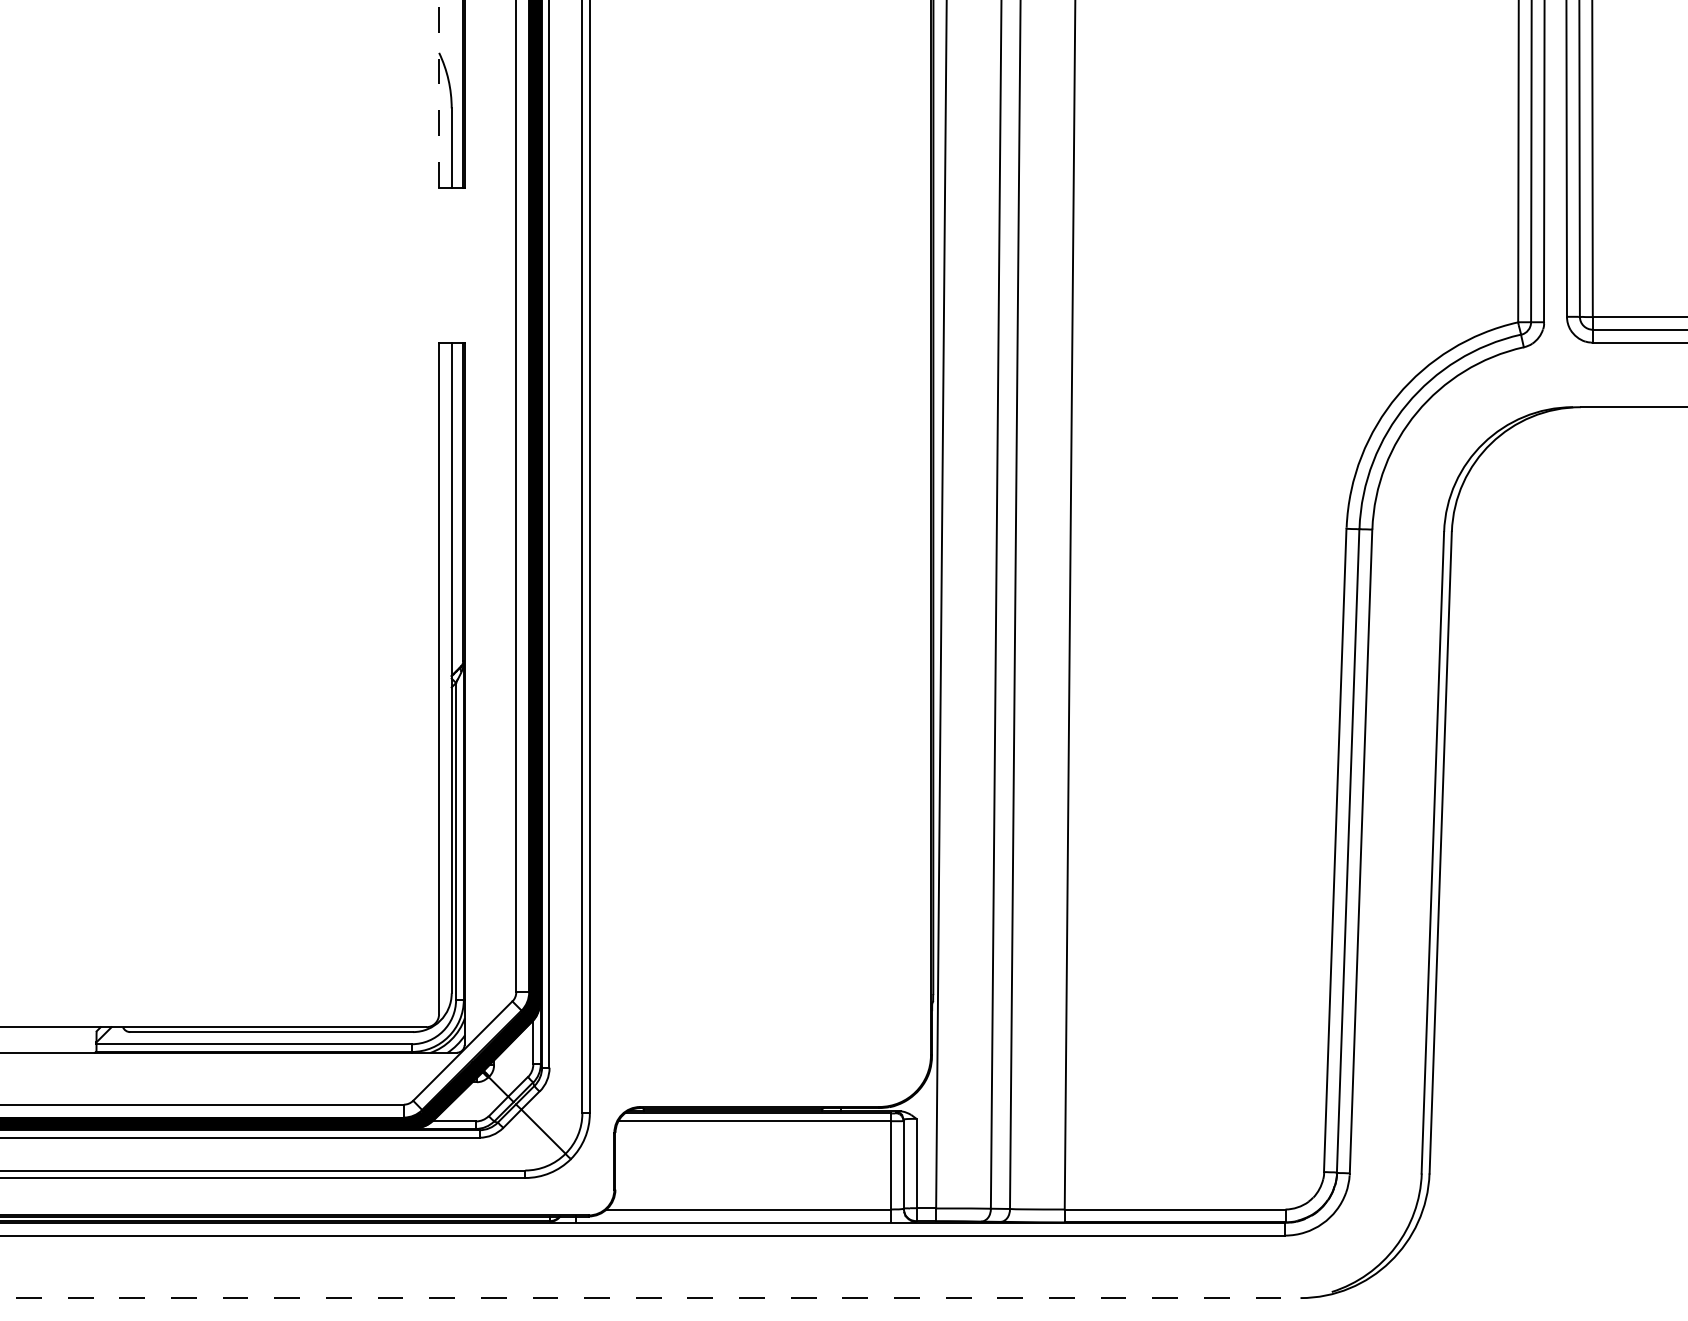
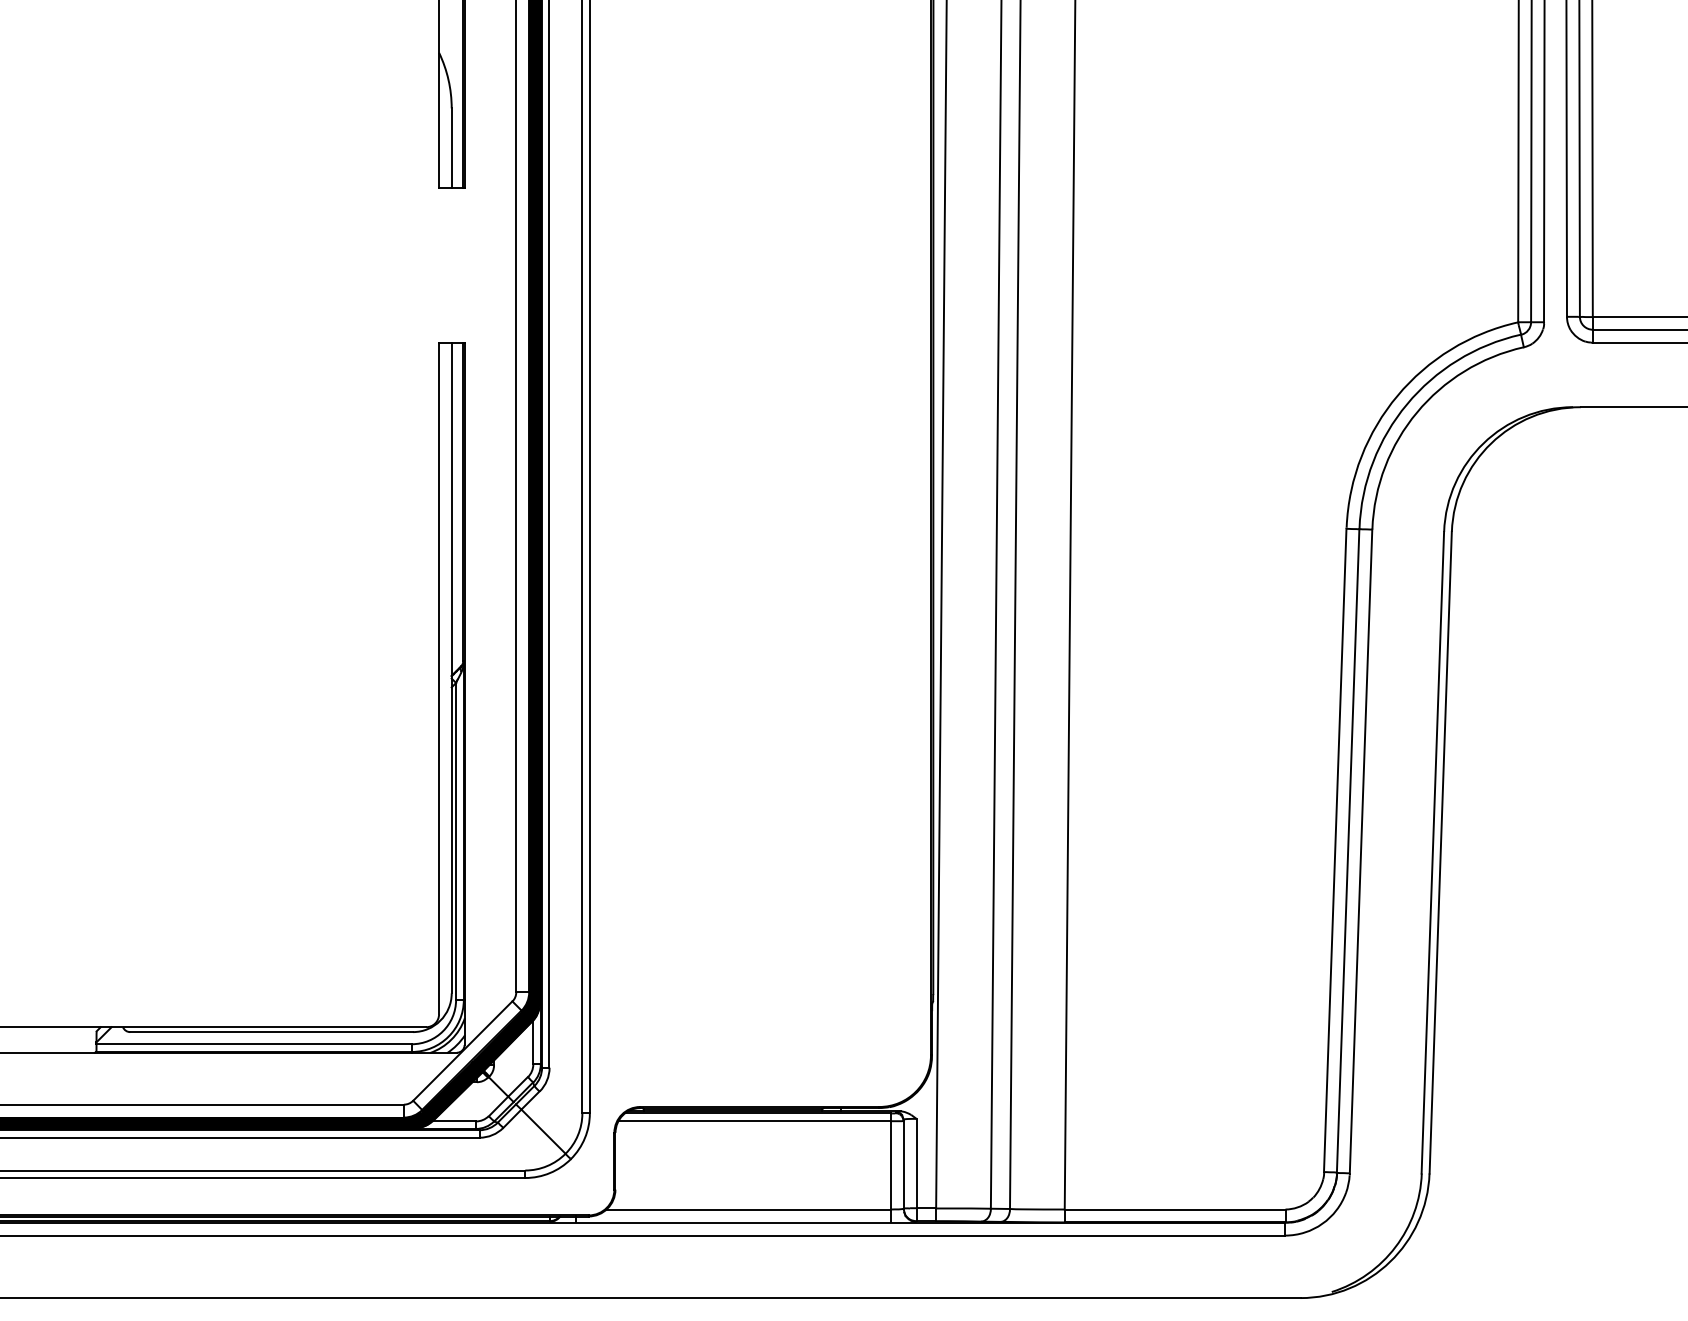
line at (439, 93): dashed -> solid
line at (651, 1298): dashed -> solid
